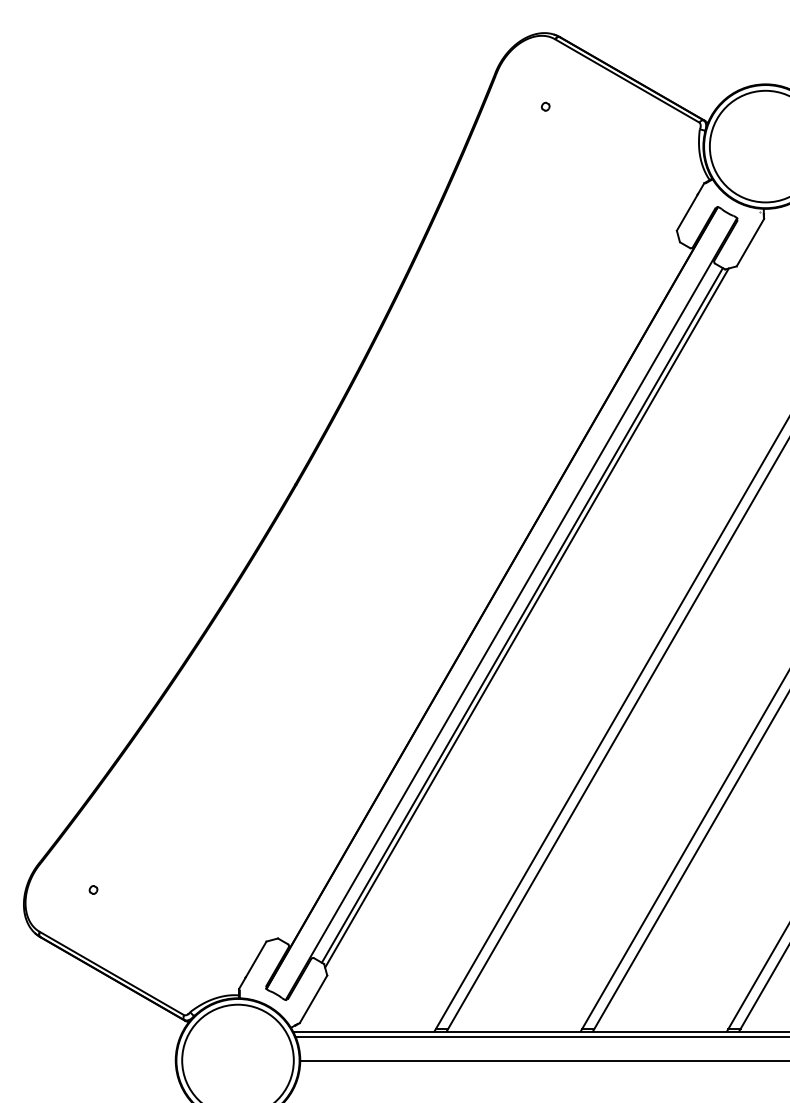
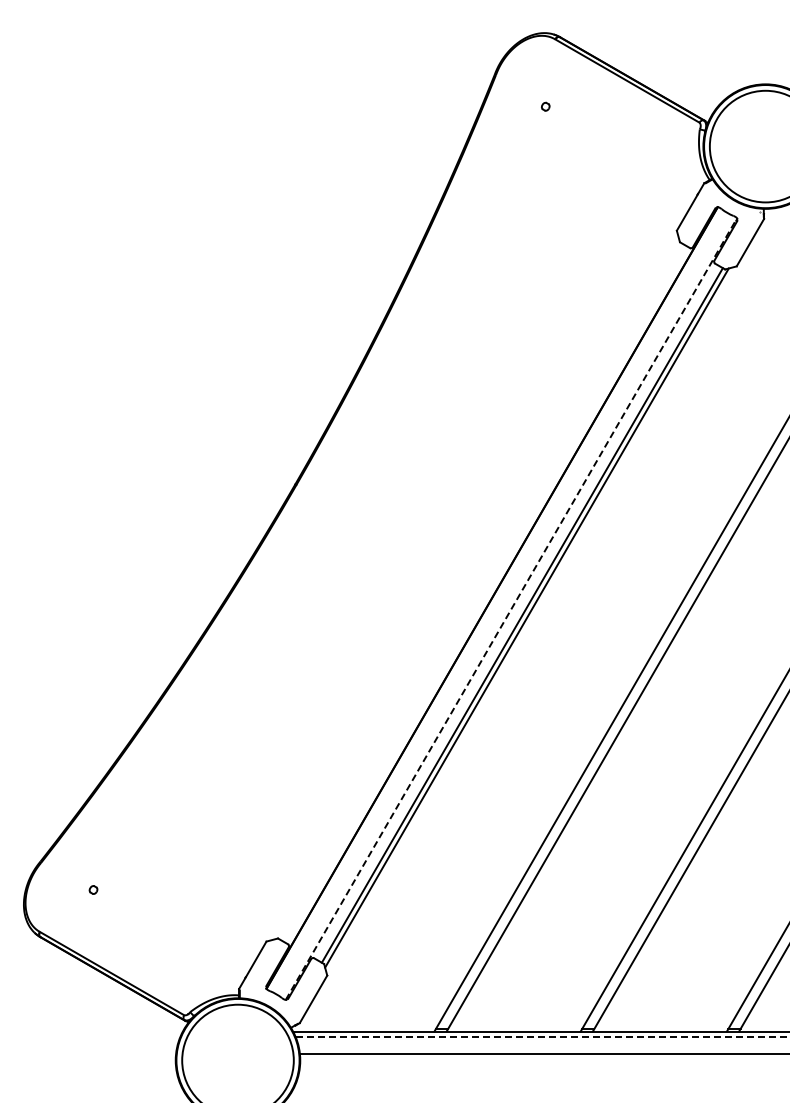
line at (511, 608): solid -> dashed
line at (542, 1036): solid -> dashed
line at (543, 1060) position: (543, 1060) -> (543, 1053)
